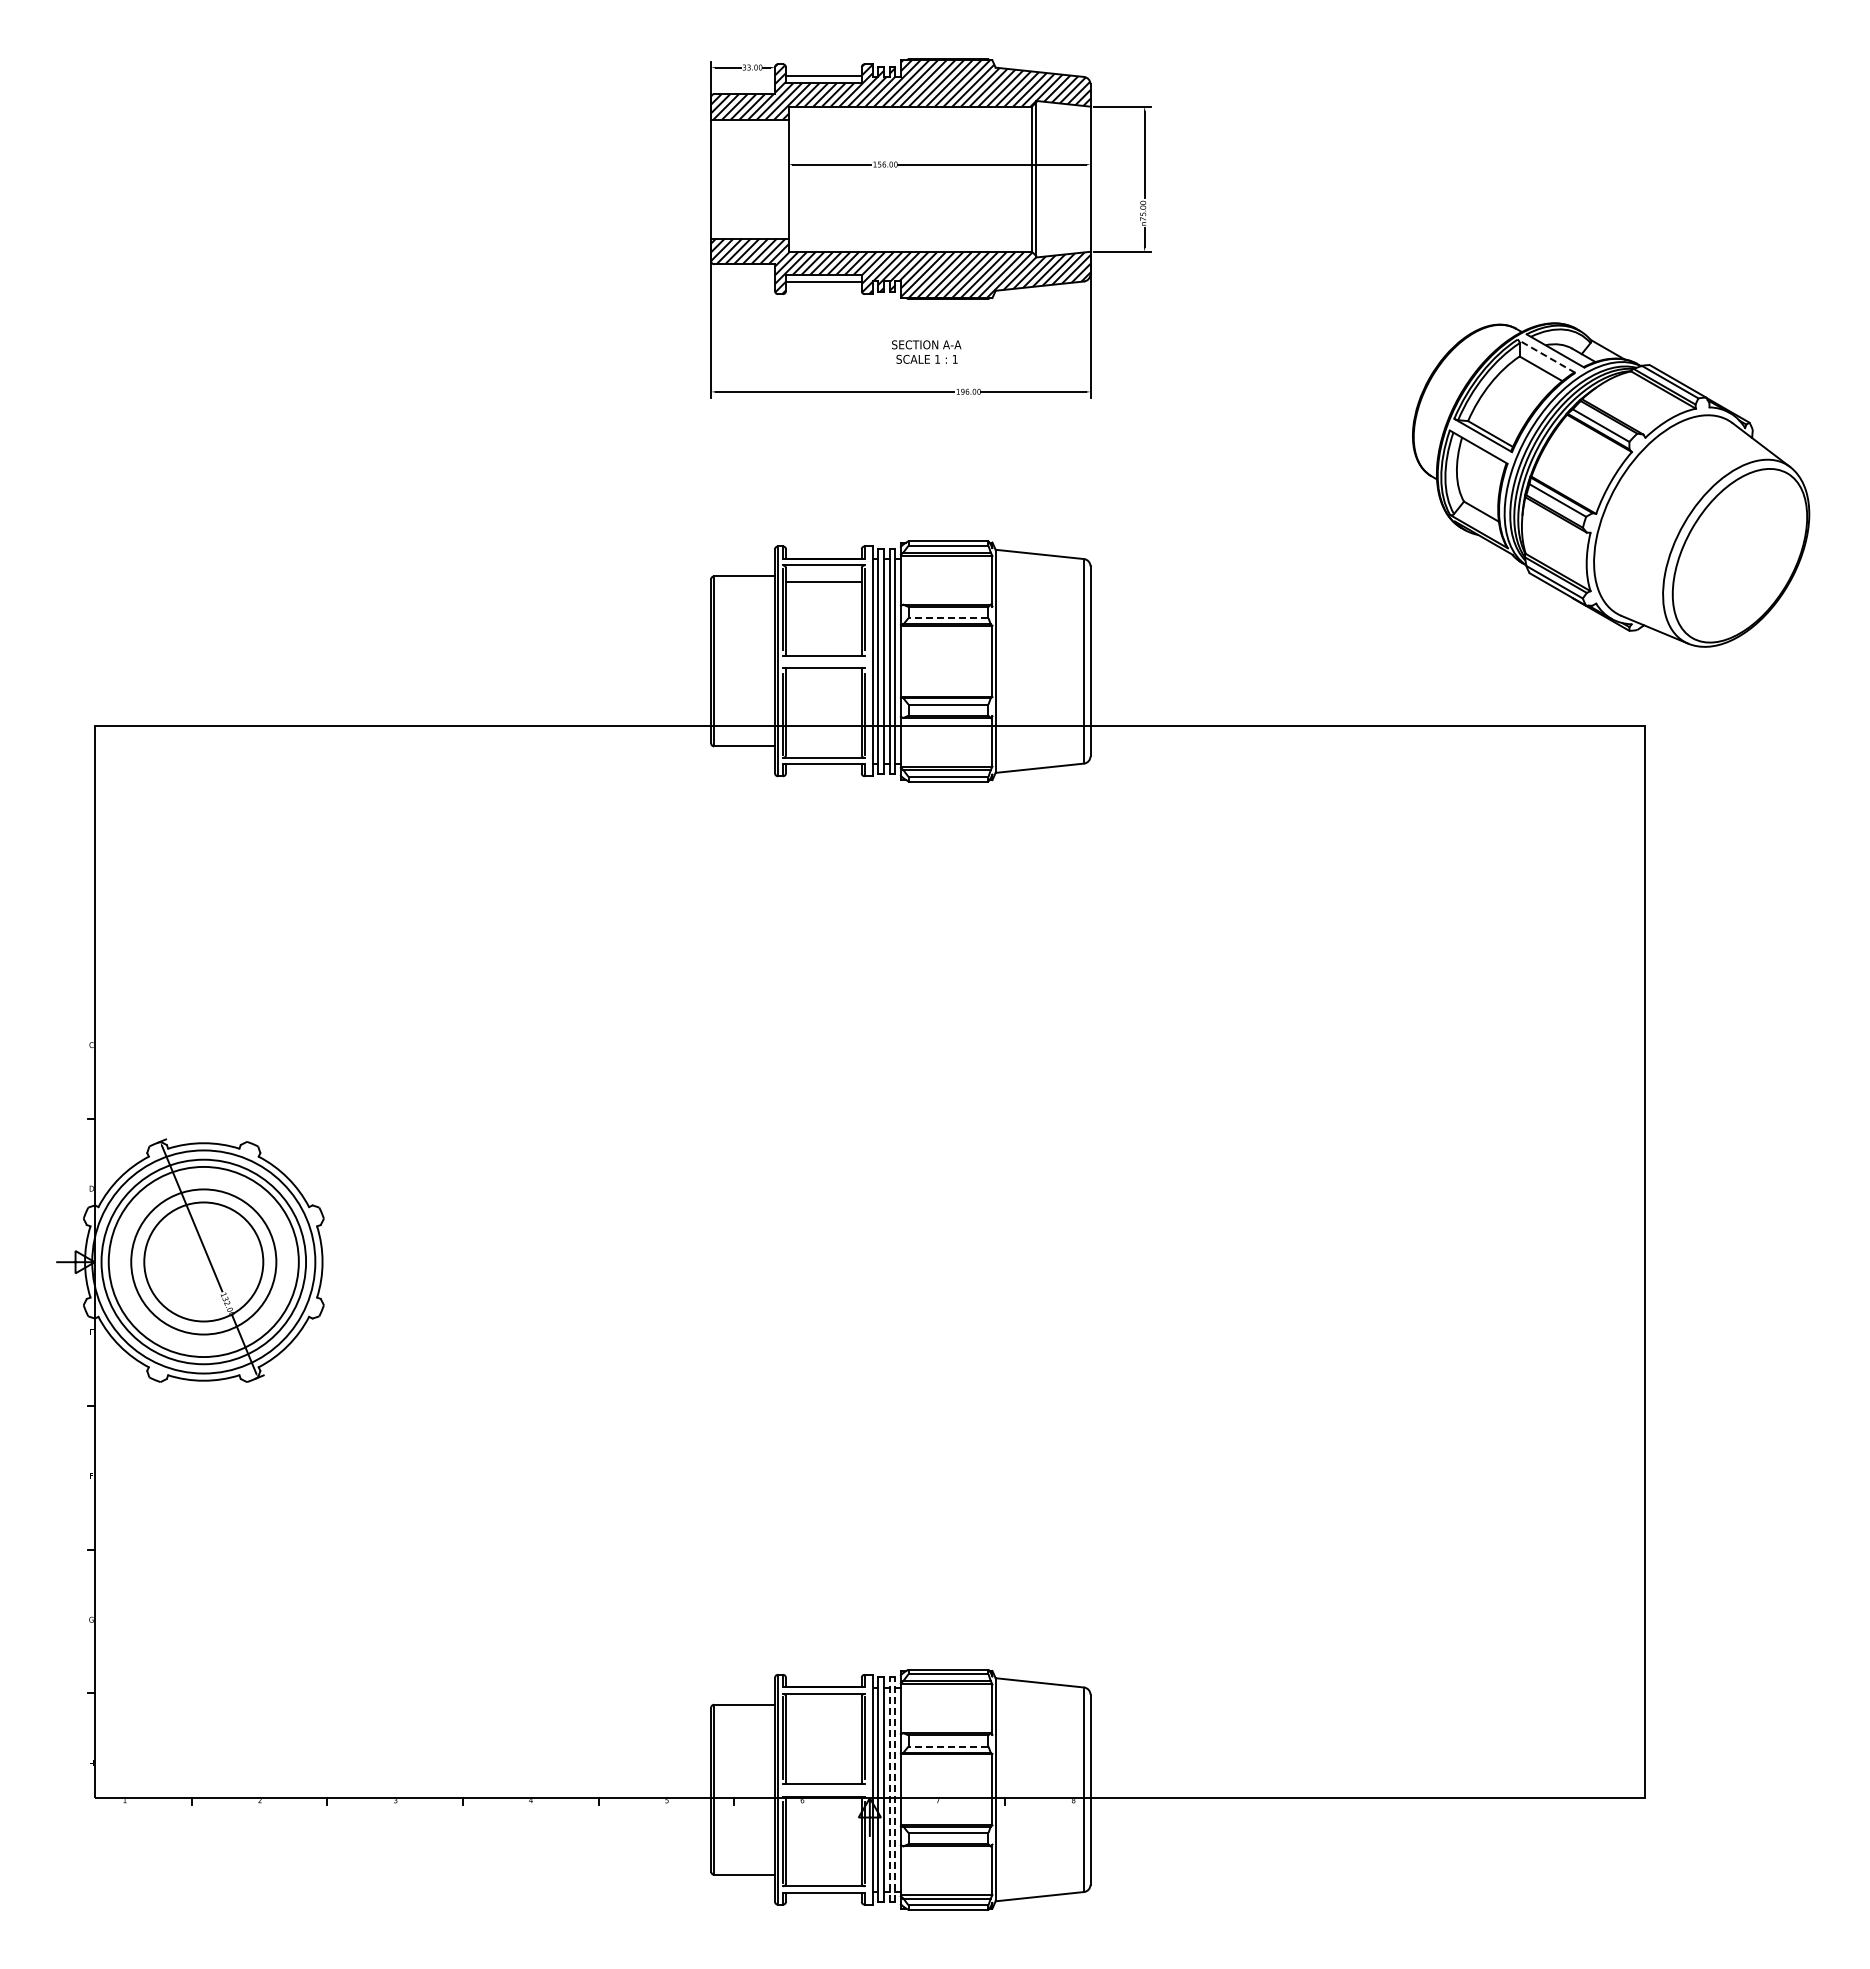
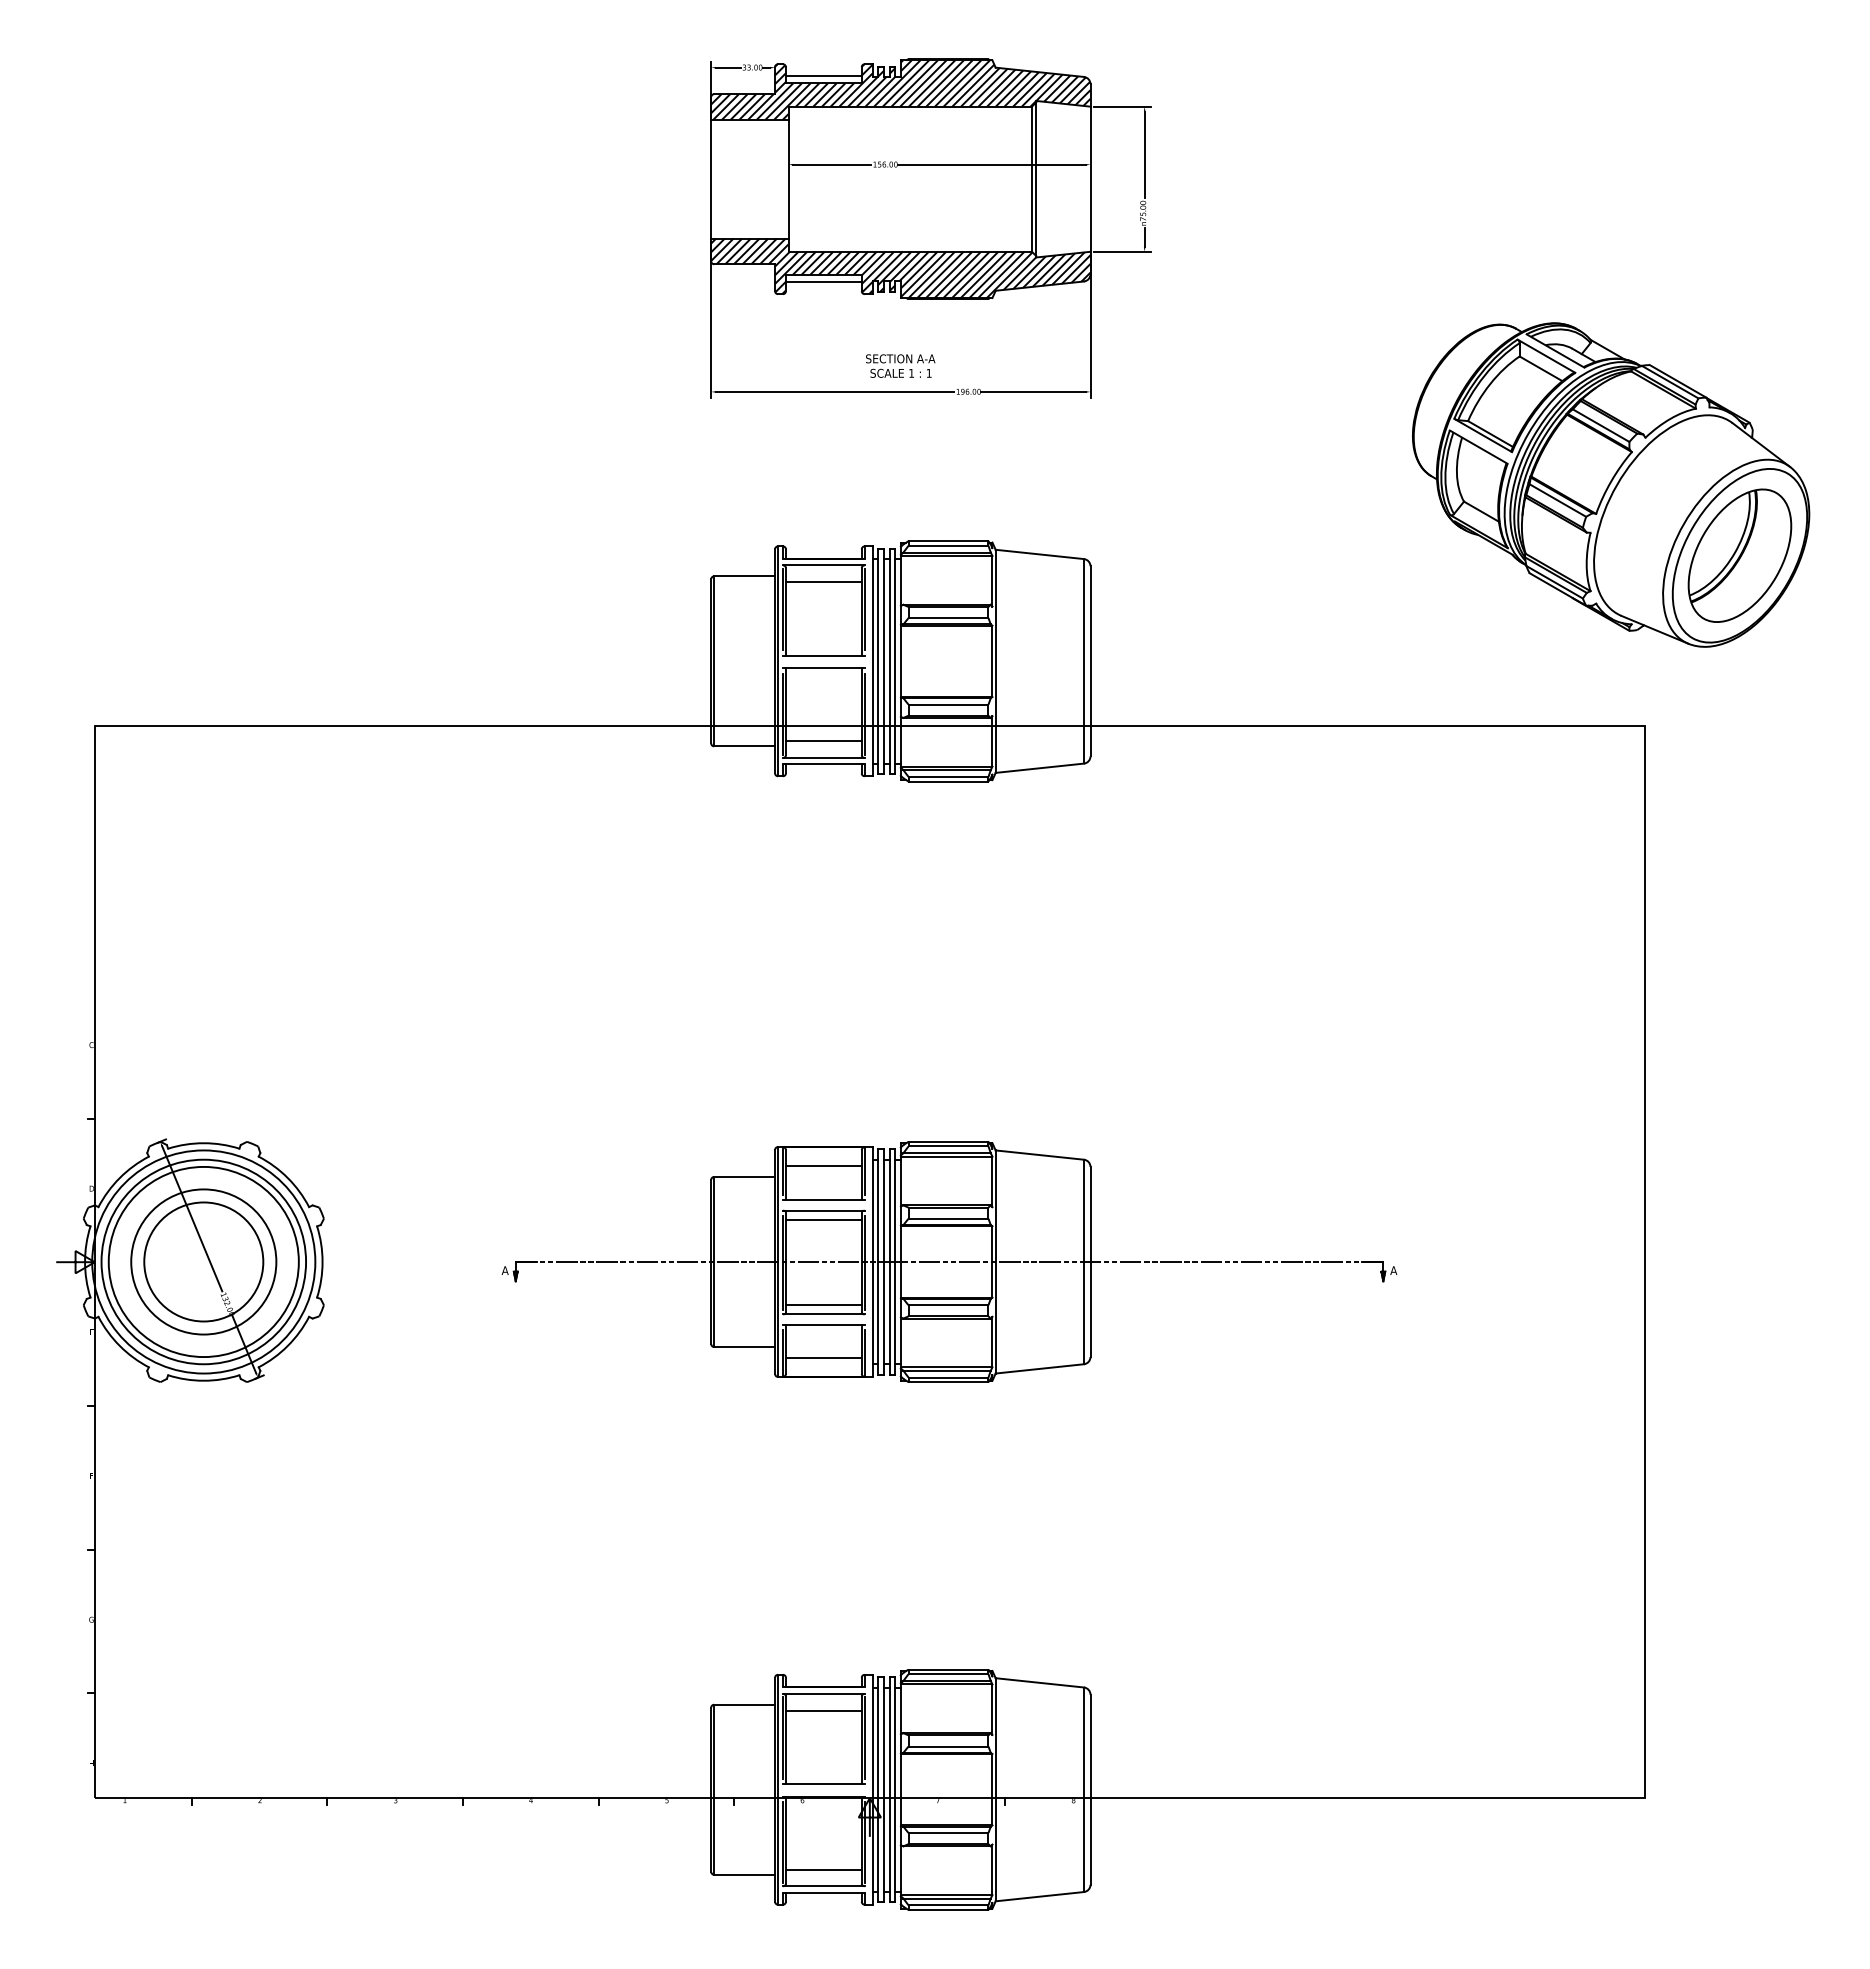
text at (926, 351) position: (926, 351) -> (900, 365)
line at (1546, 356): dashed -> solid
part at (1739, 555): none -> present
line at (948, 618): dashed -> solid
line at (823, 741): none -> present
part at (949, 1261): none -> present
line at (823, 1710): none -> present
line at (948, 1746): dashed -> solid
line at (889, 1789): dashed -> solid
line at (895, 1789): dashed -> solid
line at (823, 1869): none -> present
